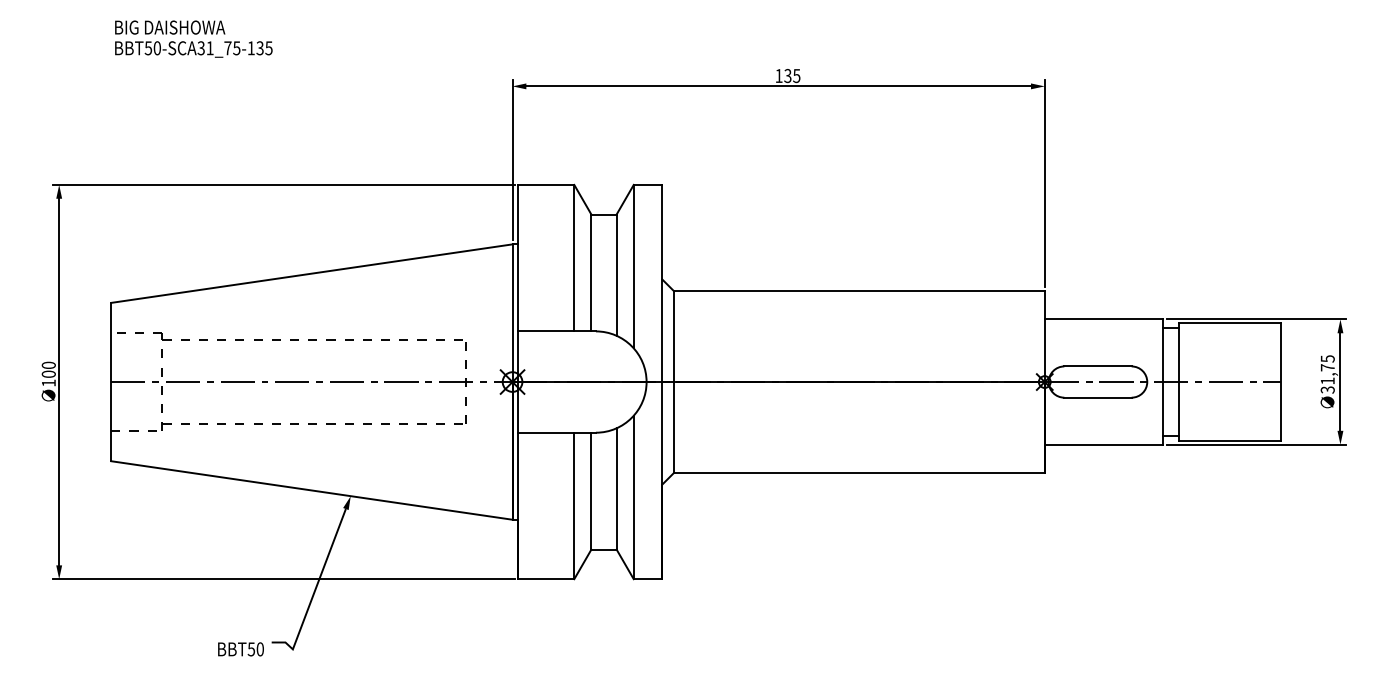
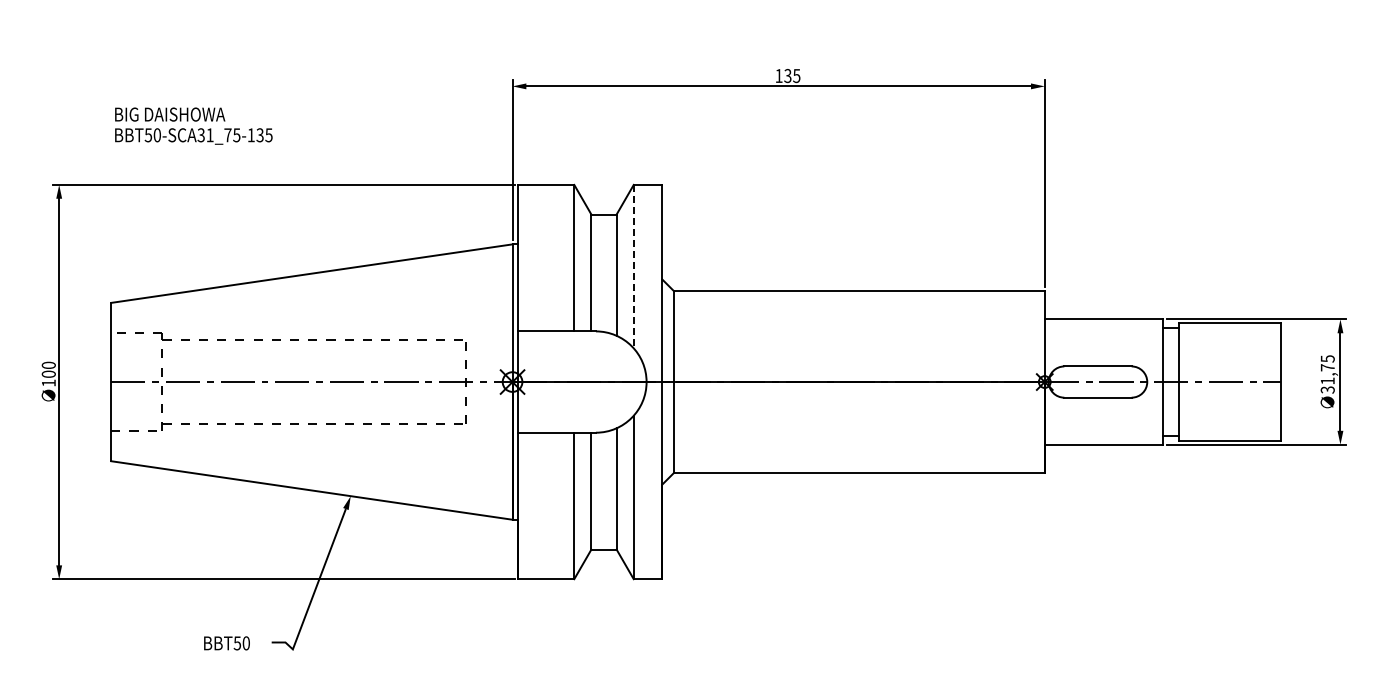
text at (193, 38) position: (193, 38) -> (193, 125)
line at (633, 266): solid -> dashed
text at (240, 649) position: (240, 649) -> (226, 643)
